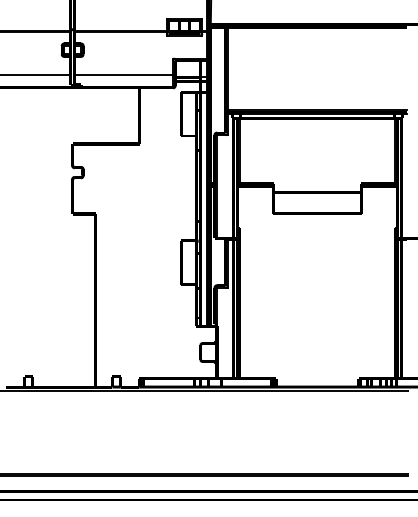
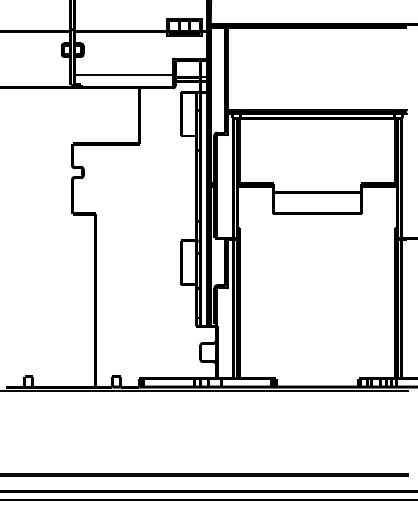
line at (36, 75): present -> none
